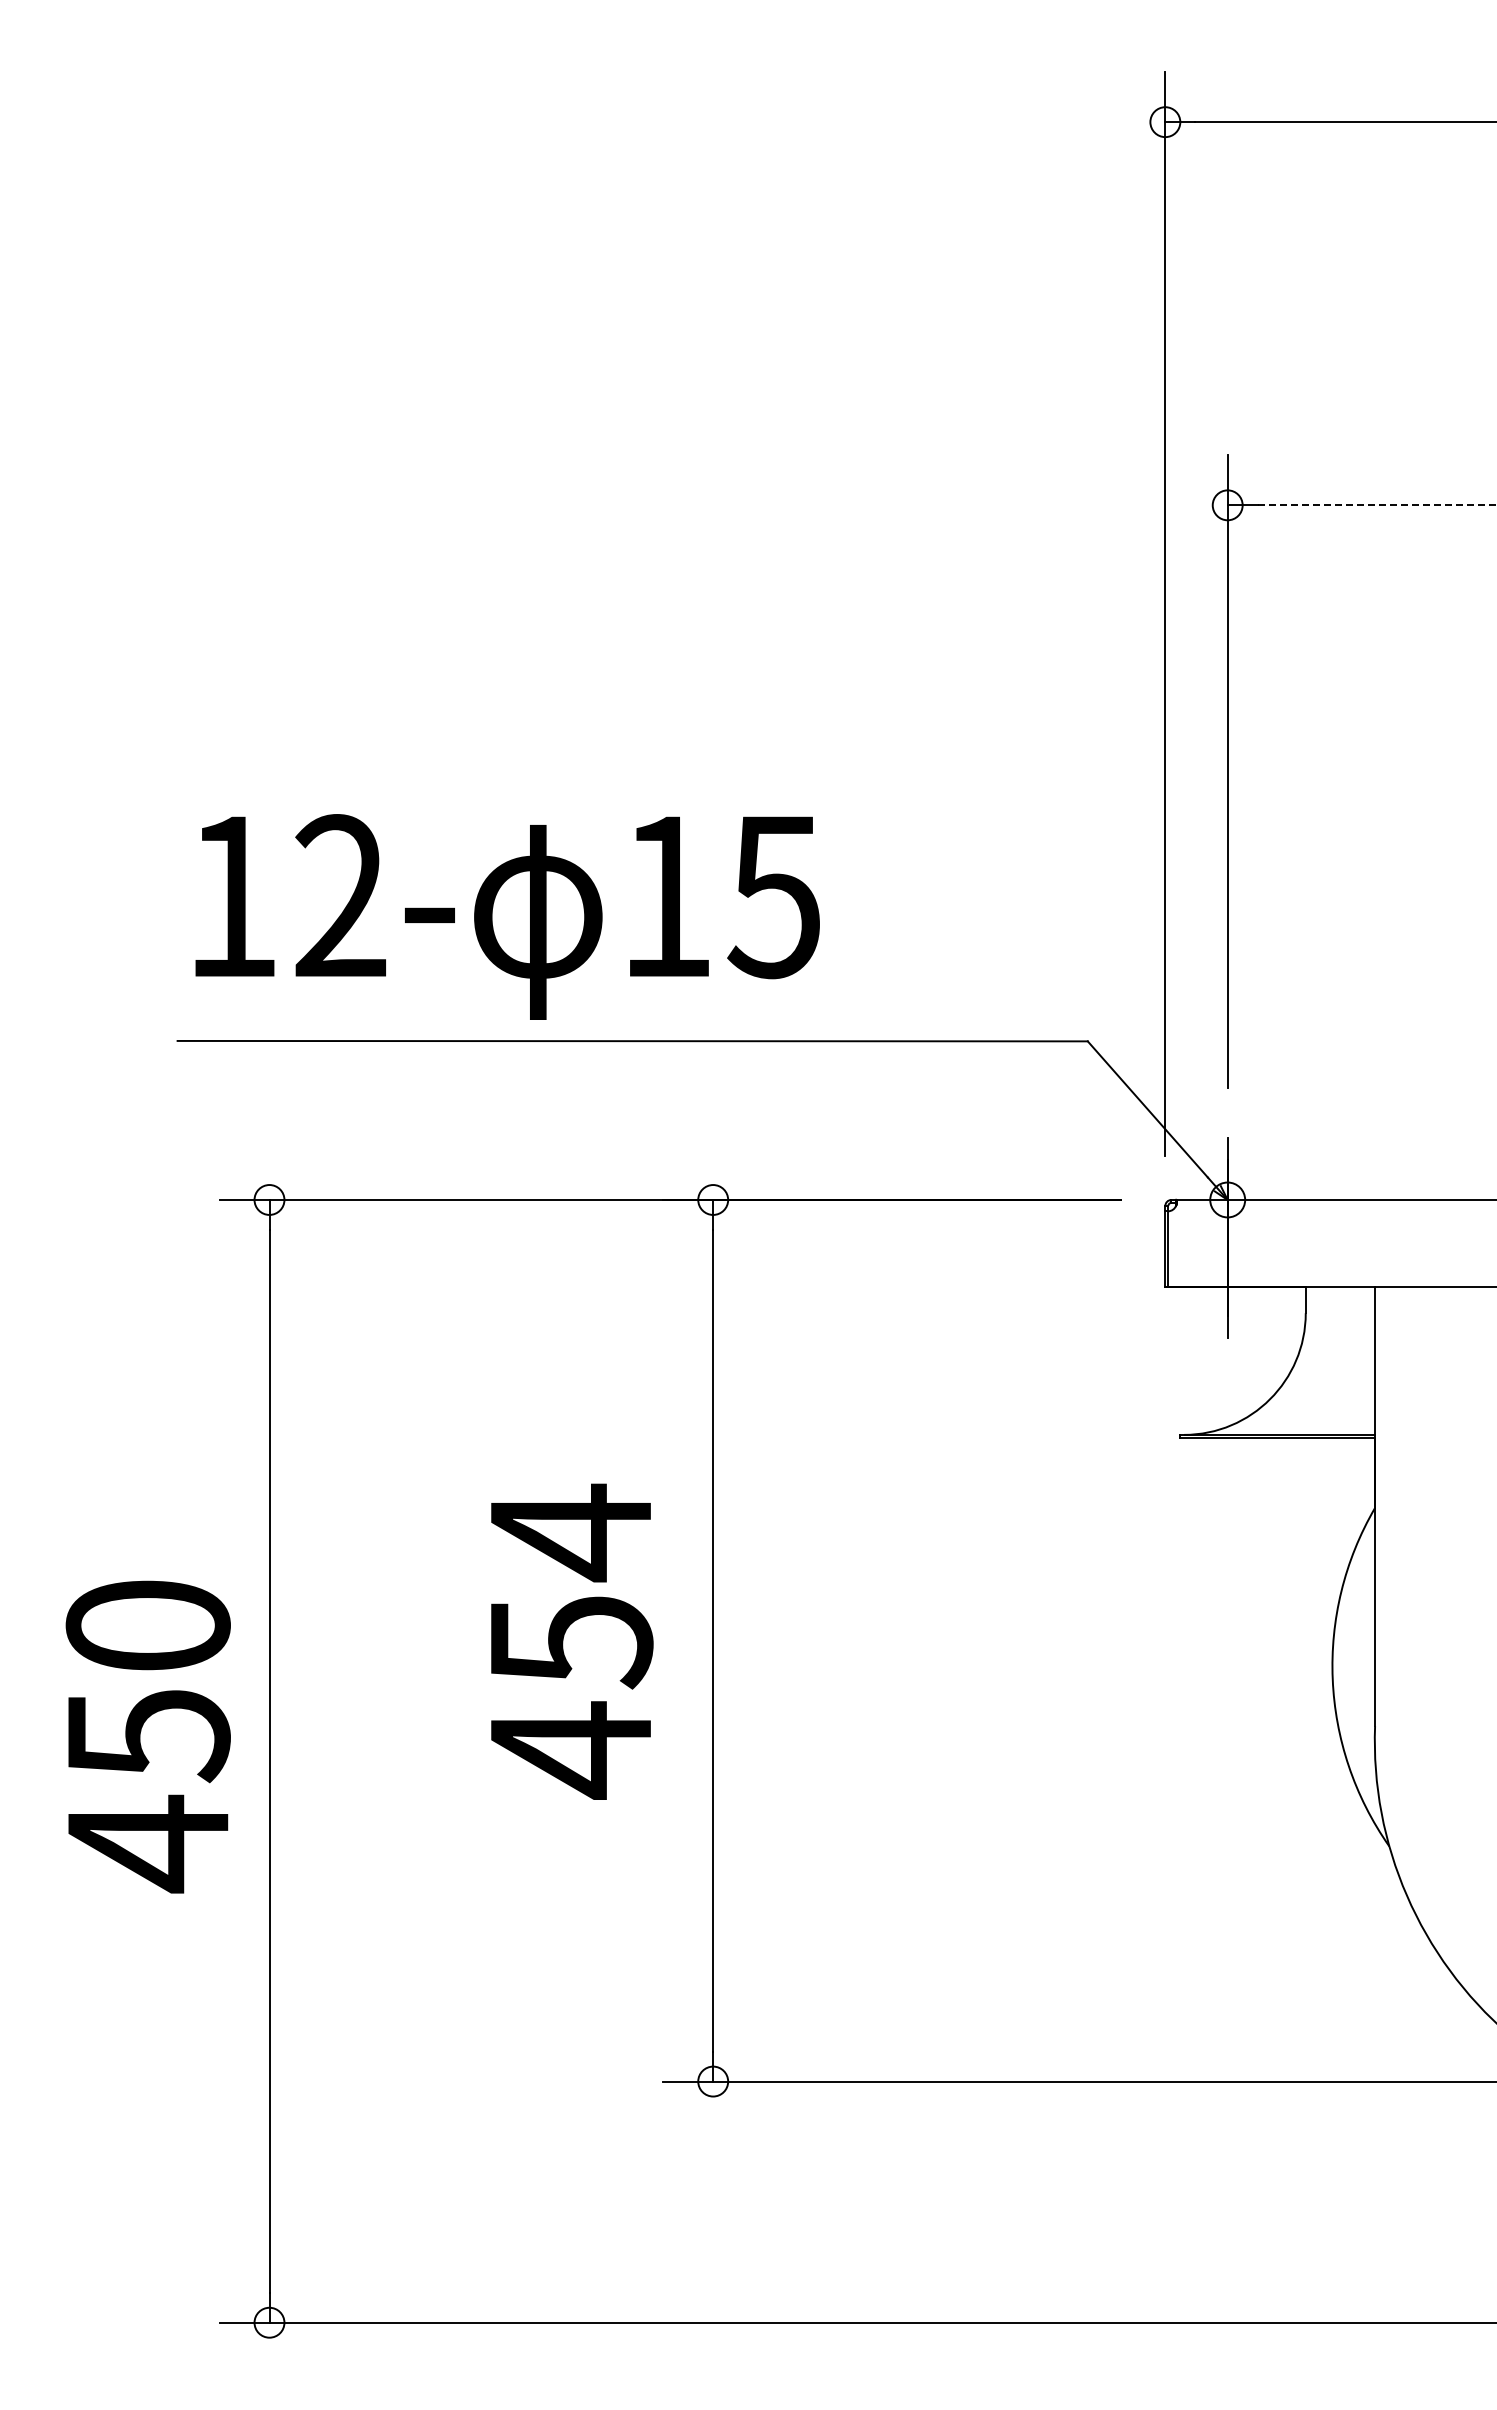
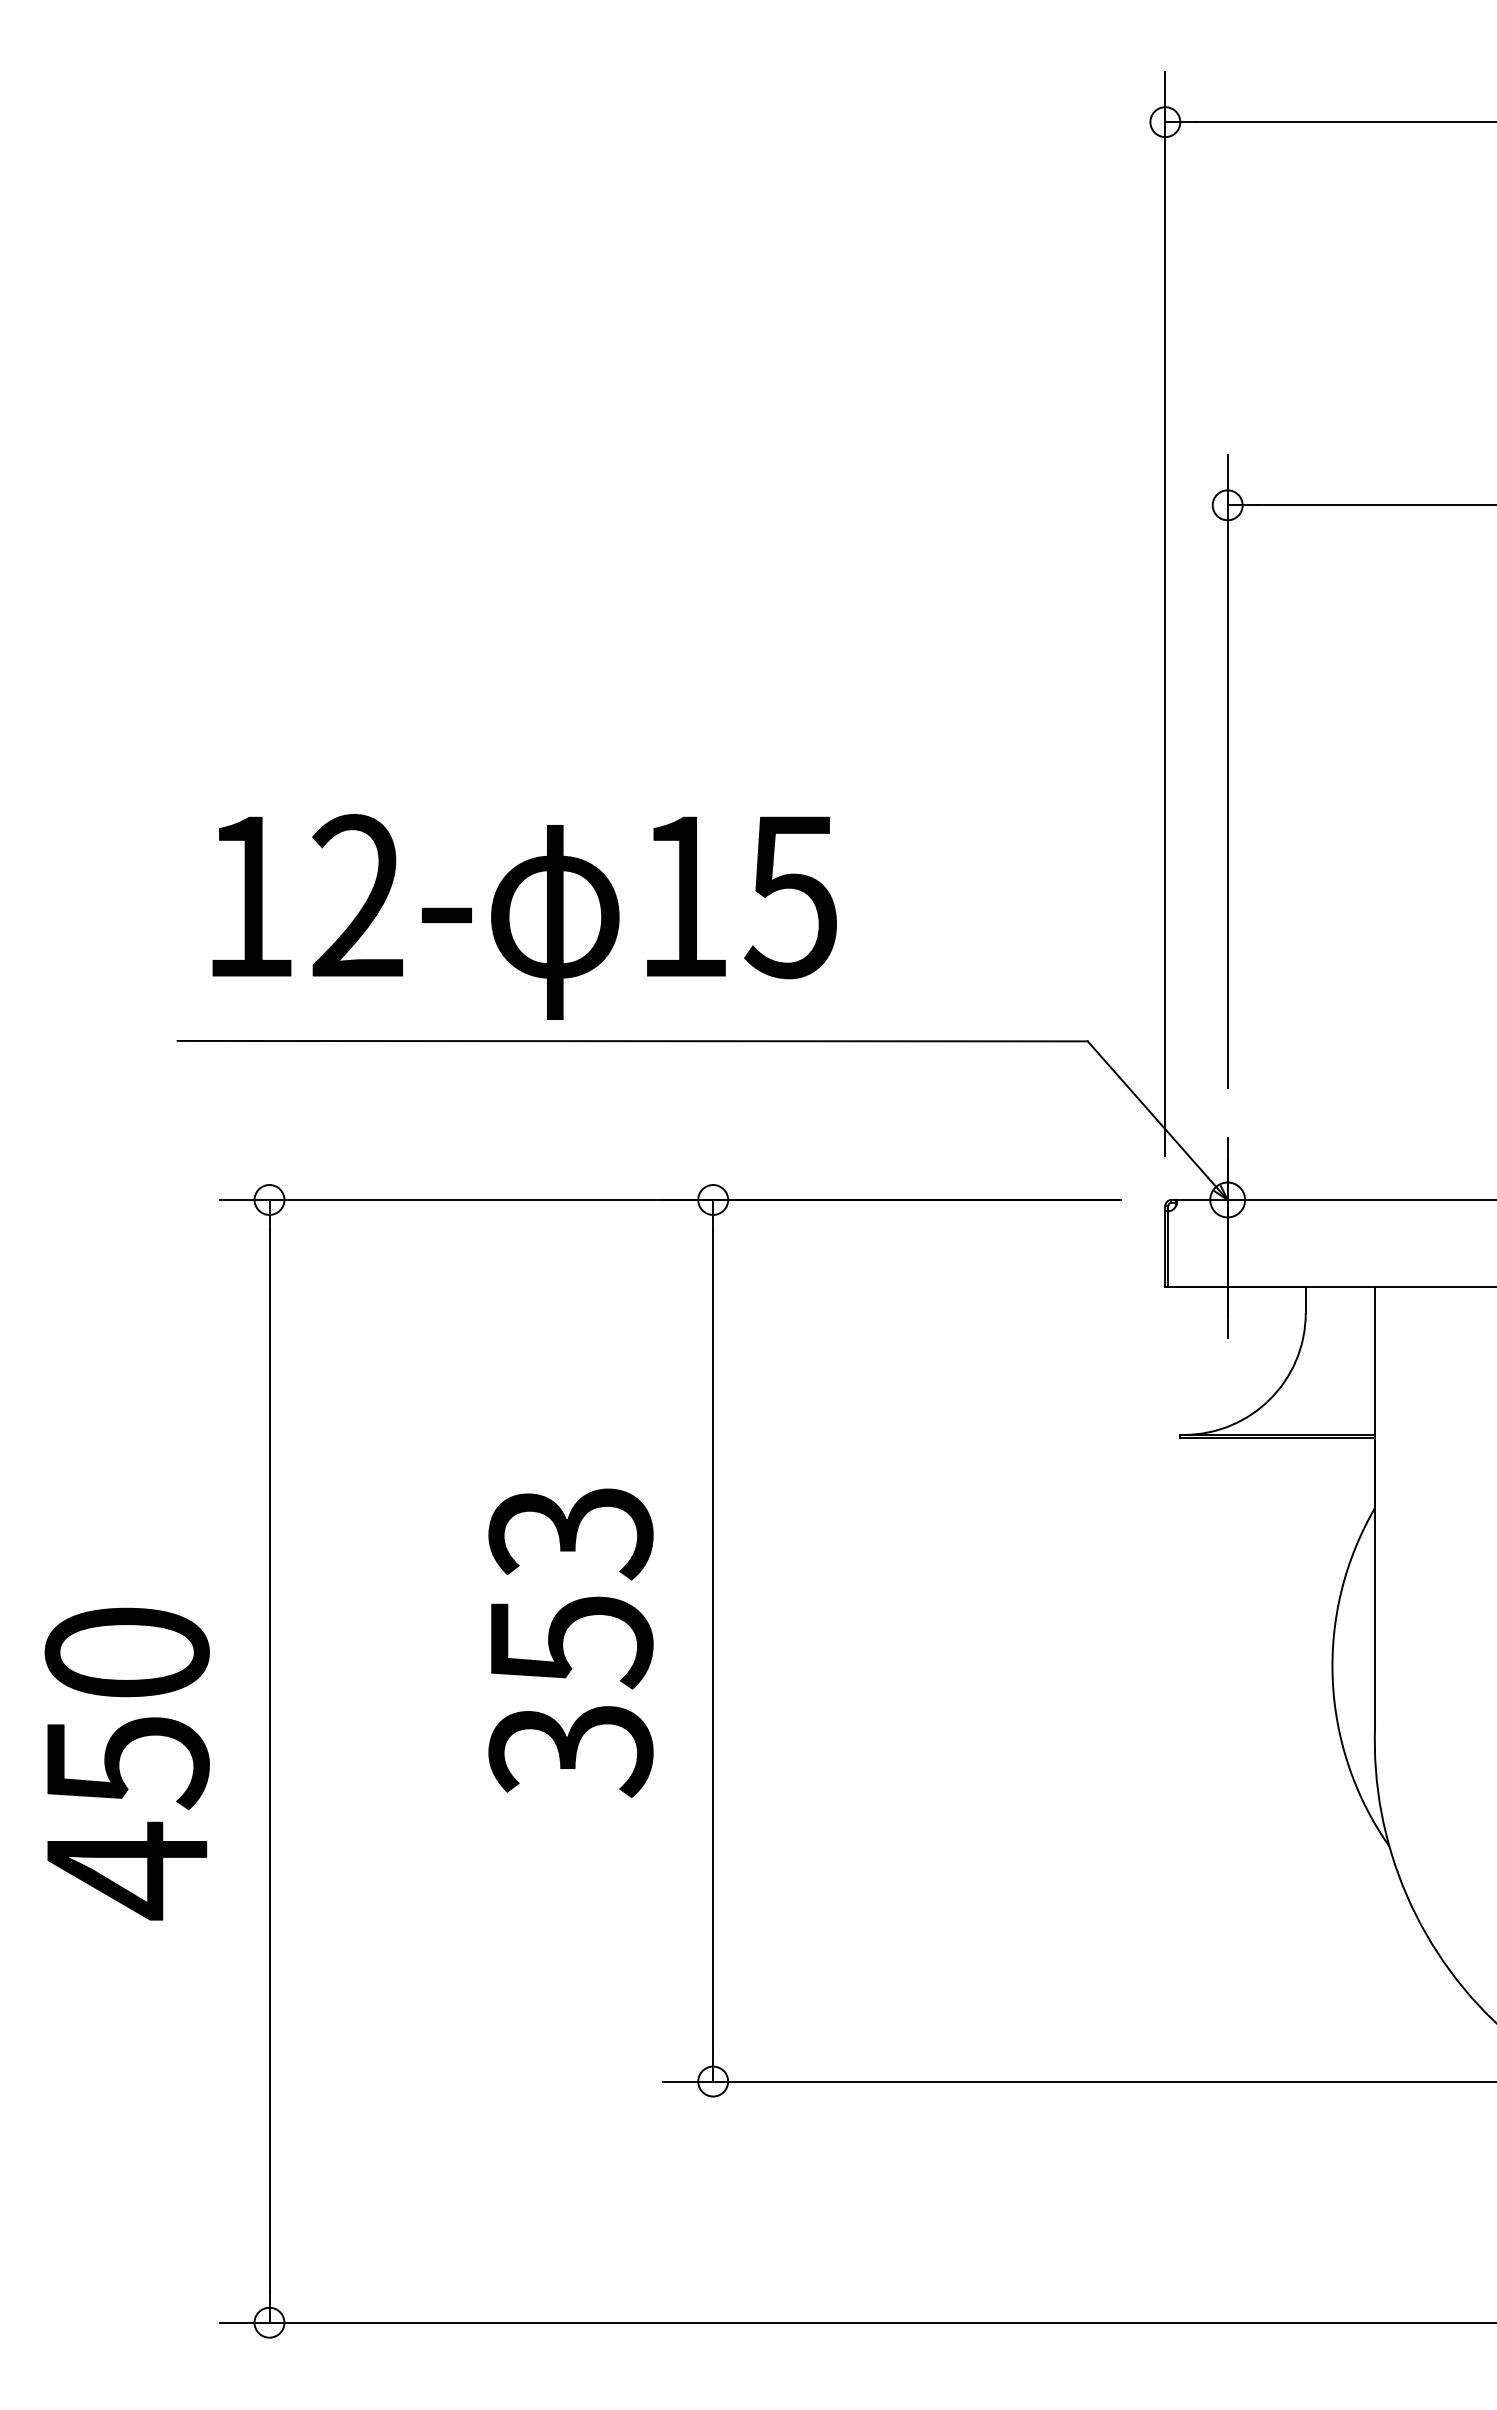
line at (1377, 505): dashed -> solid
text at (507, 916) position: (507, 916) -> (524, 916)
text at (570, 1641): 454 -> 353
text at (147, 1736) position: (147, 1736) -> (126, 1763)
